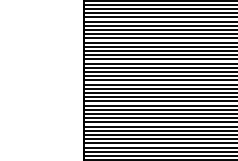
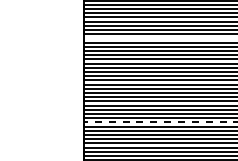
line at (158, 38): present -> none
line at (160, 122): solid -> dashed
